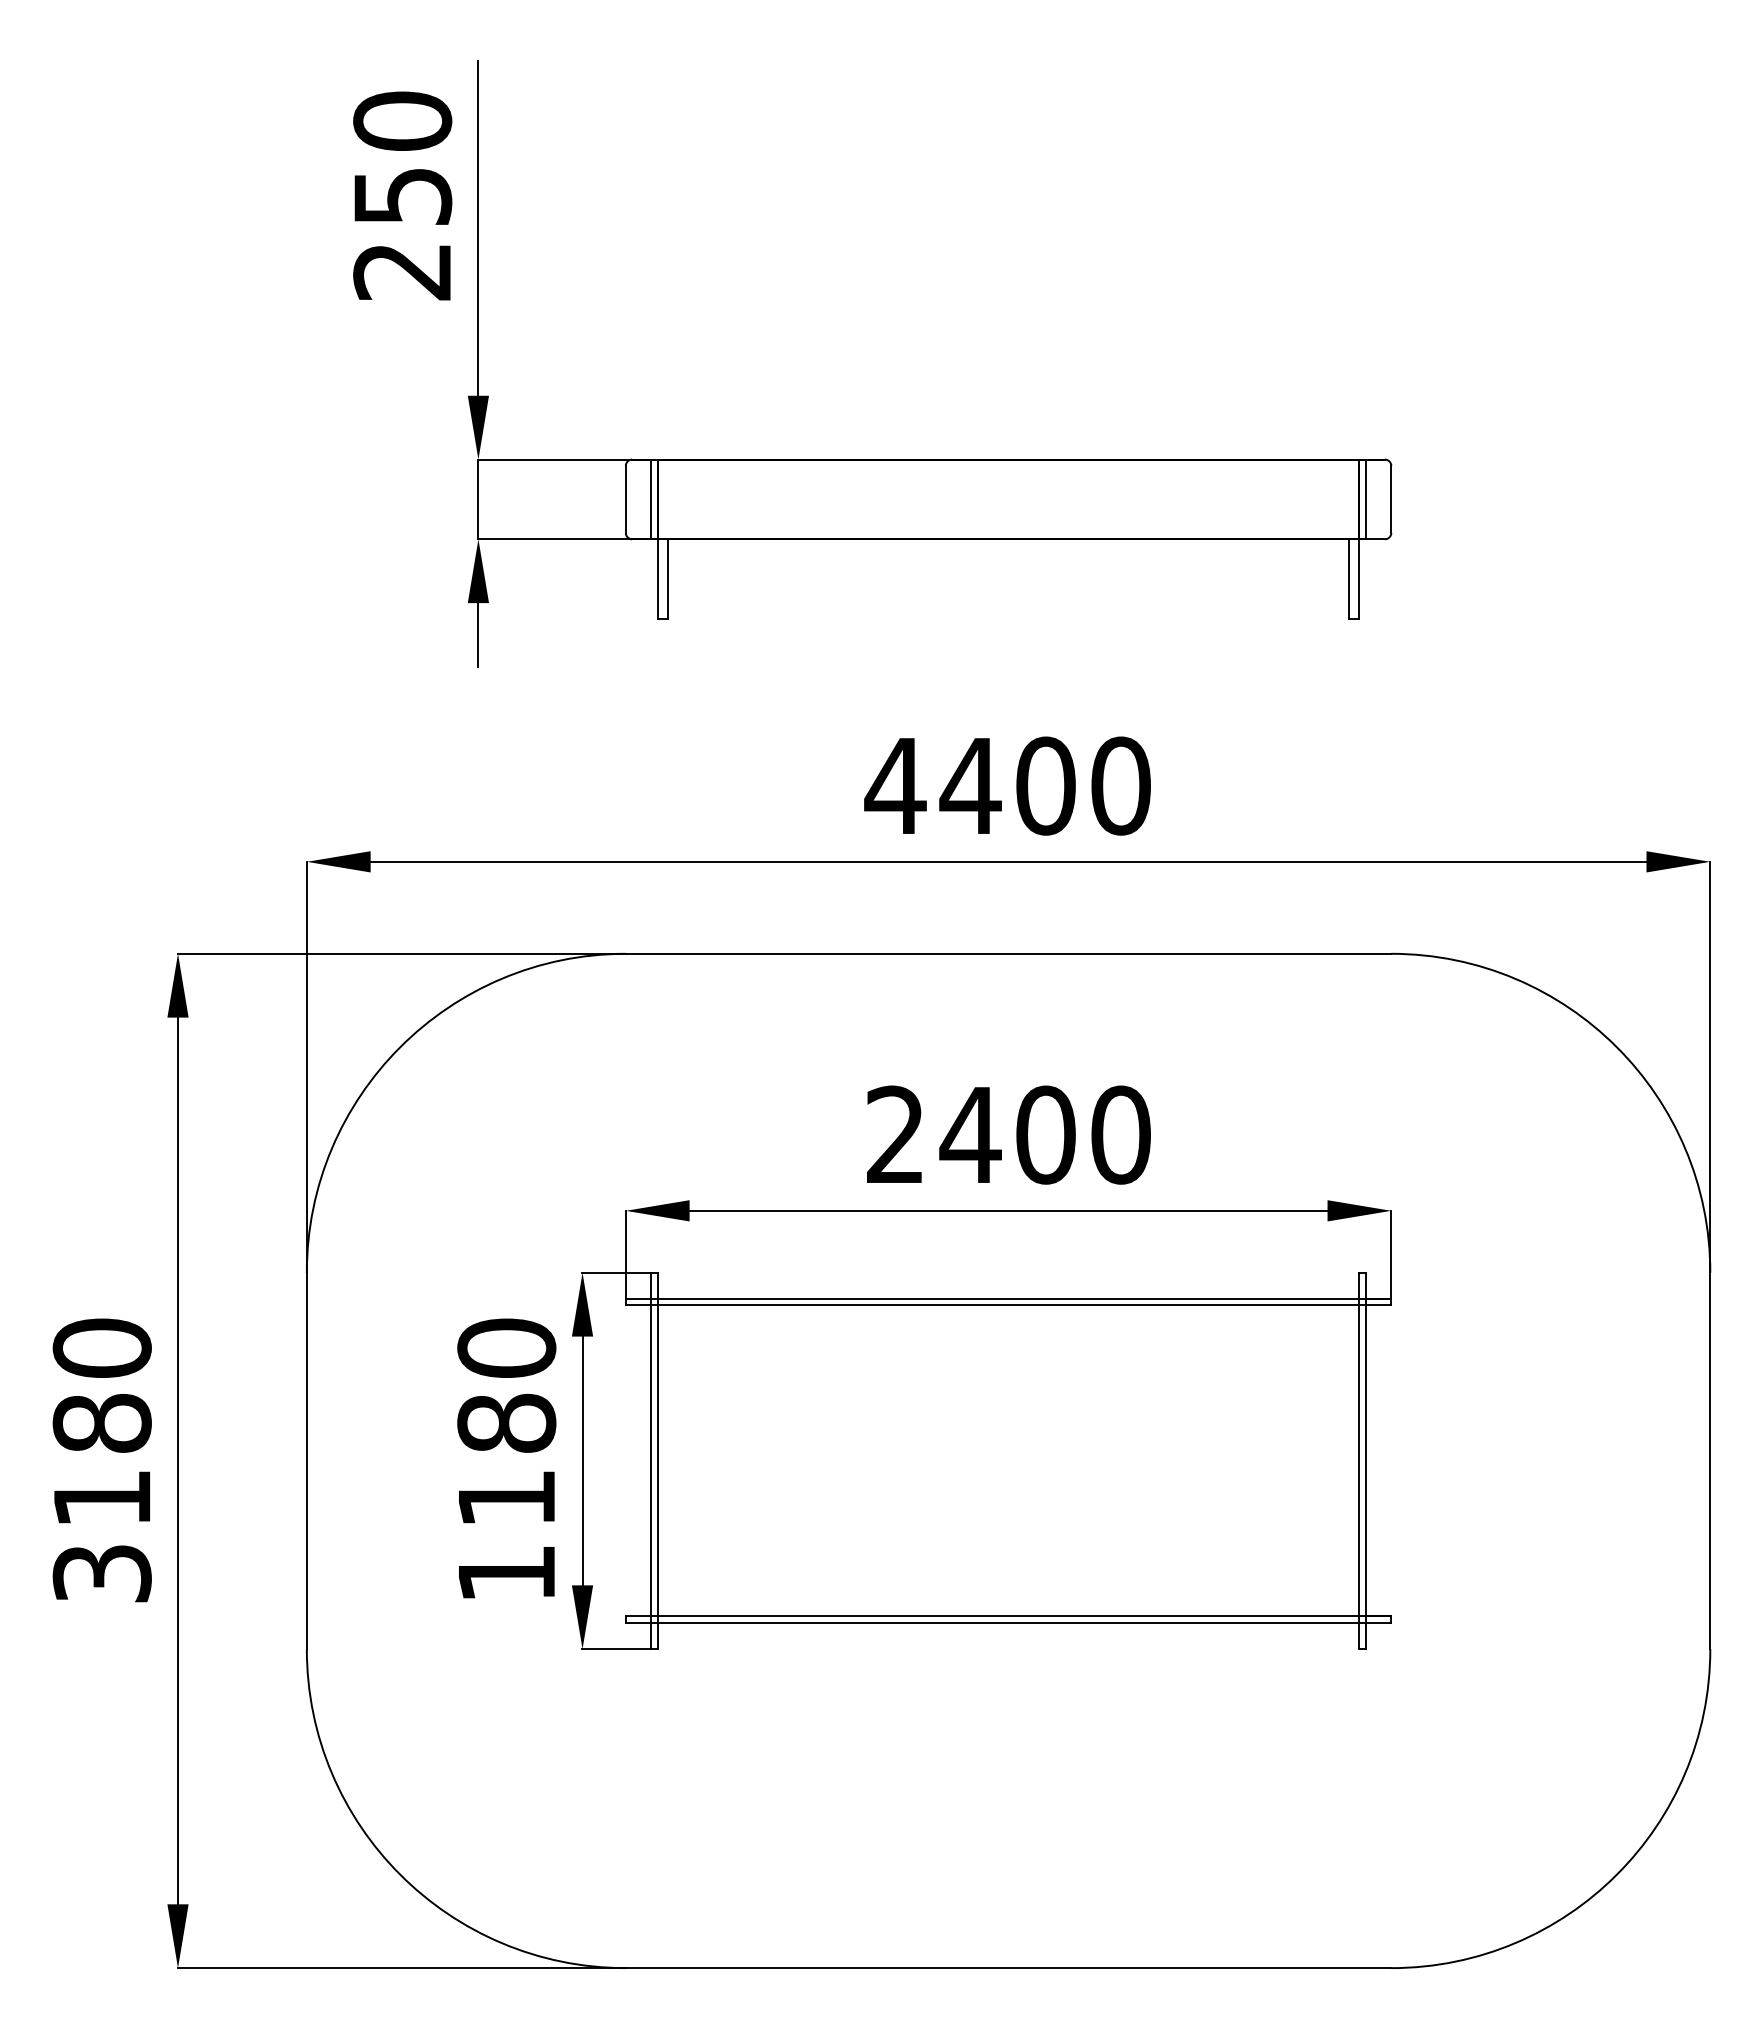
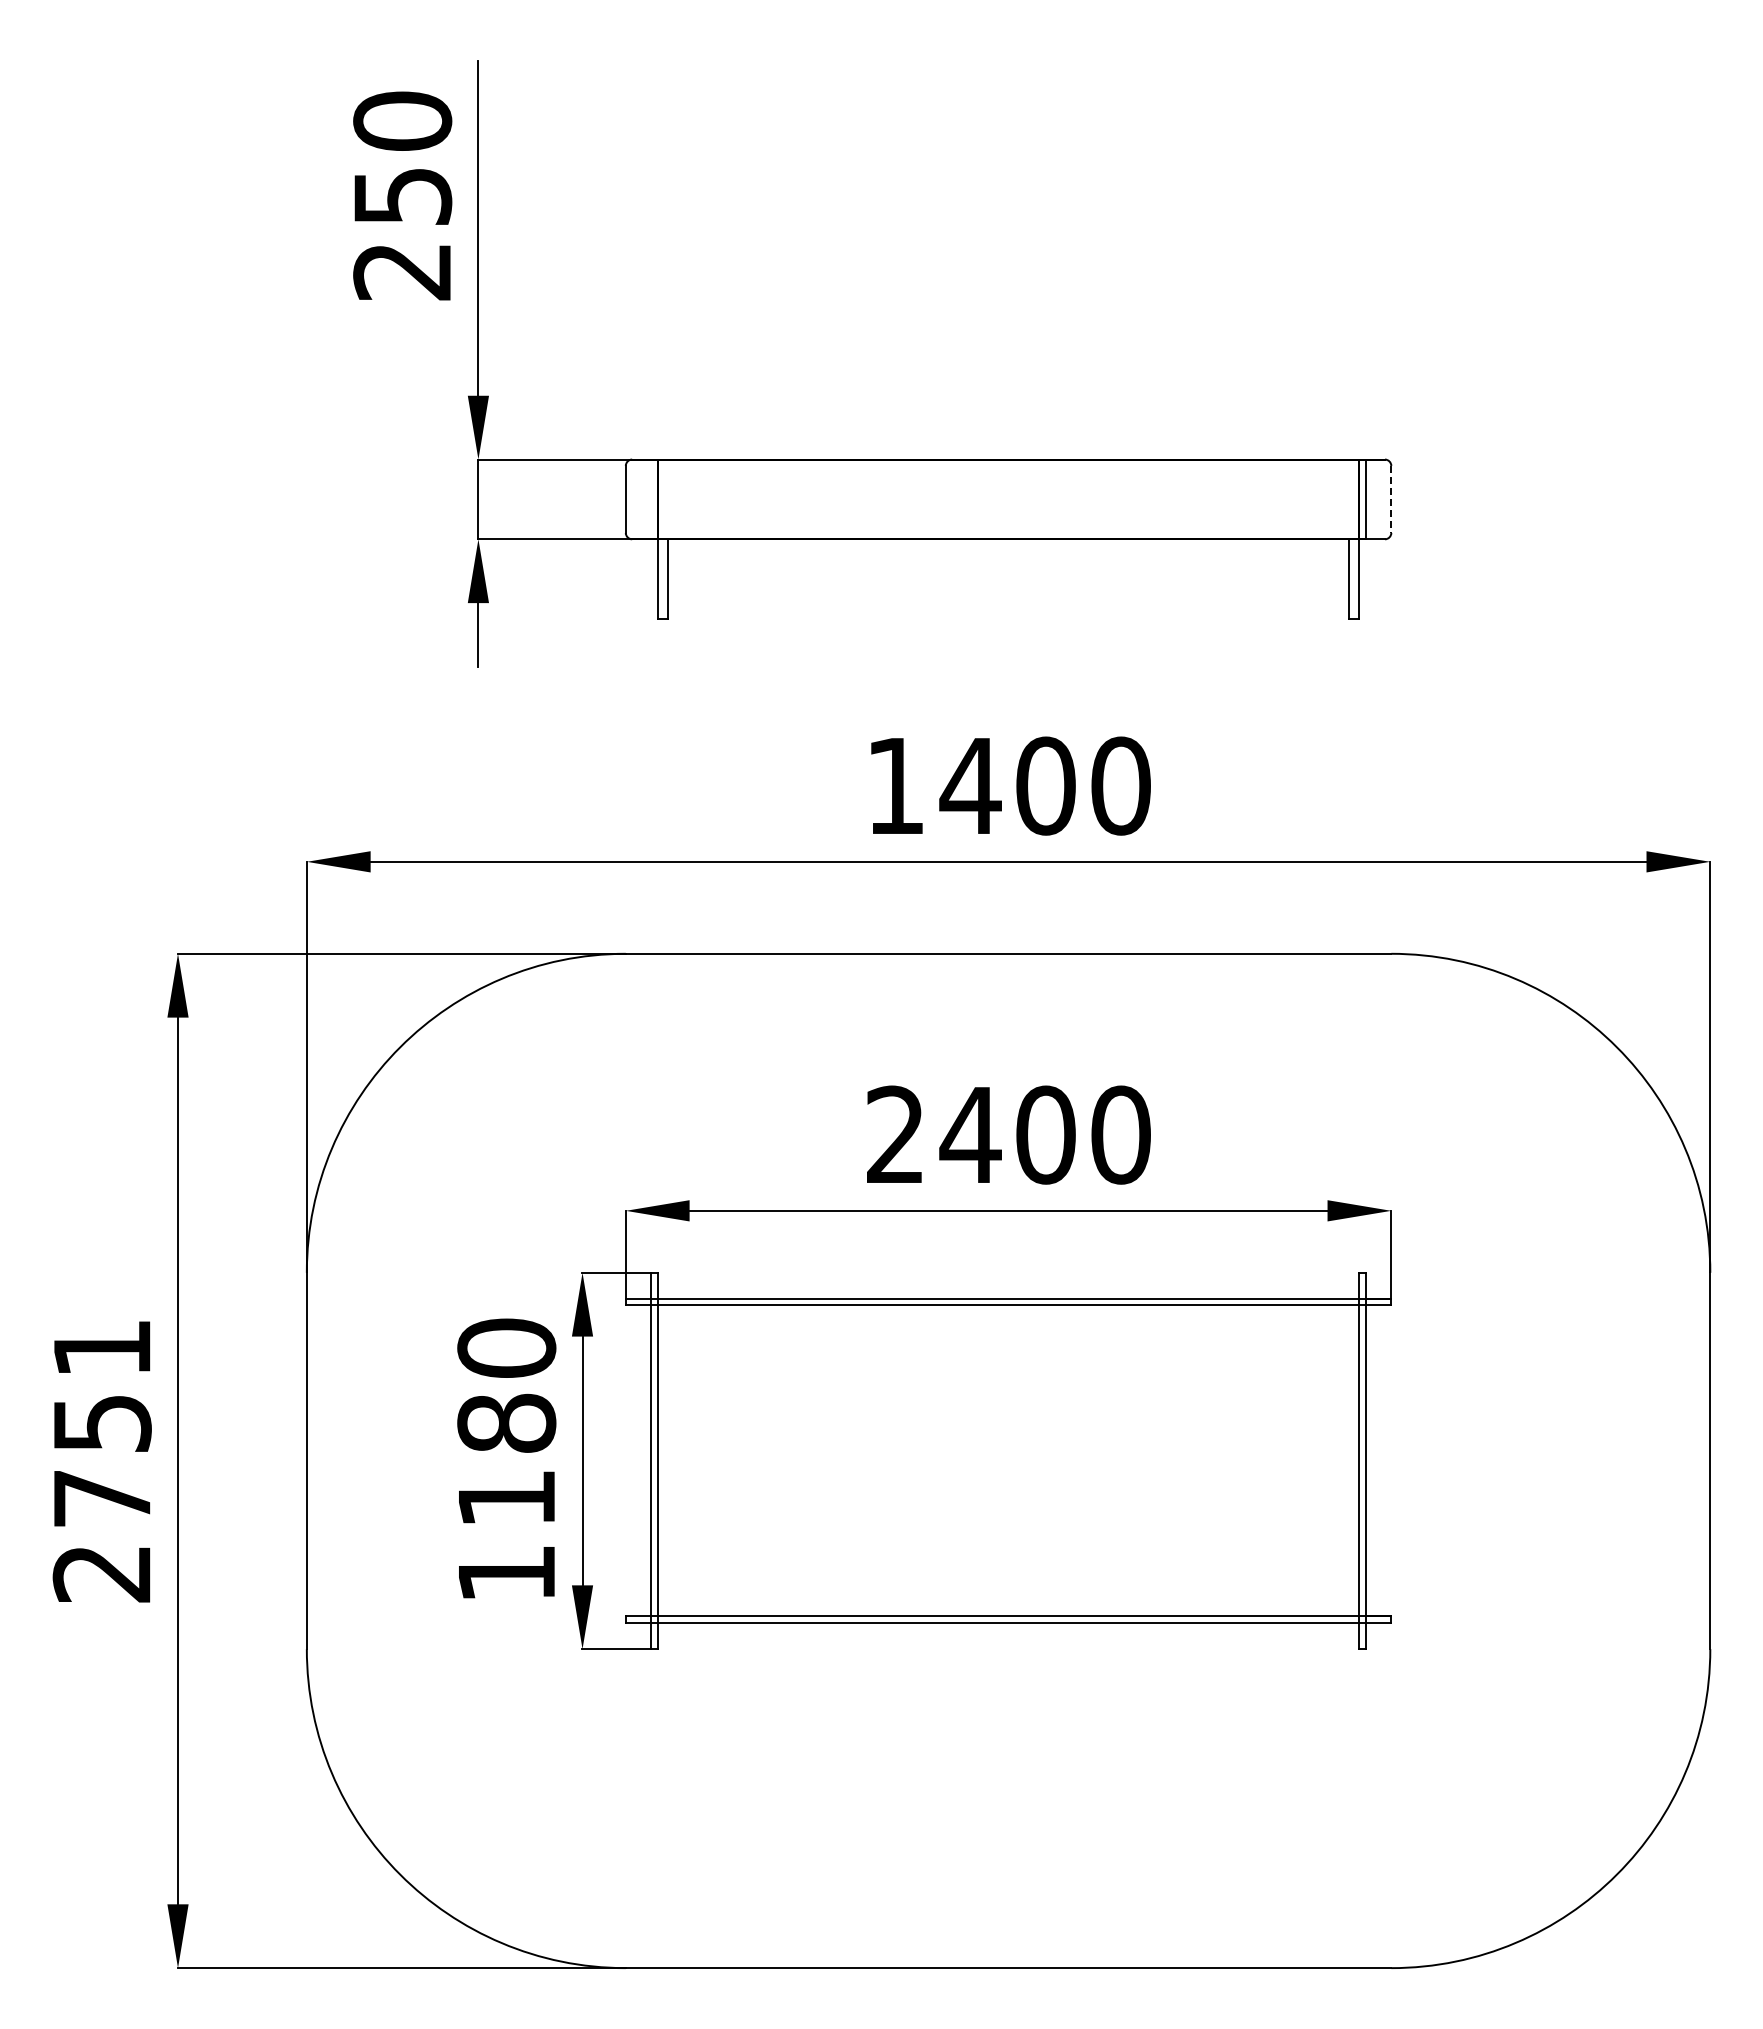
line at (651, 499): present -> none
line at (1391, 499): solid -> dashed
text at (895, 785): 4400 -> 1400
text at (101, 1460): 3180 -> 2751
